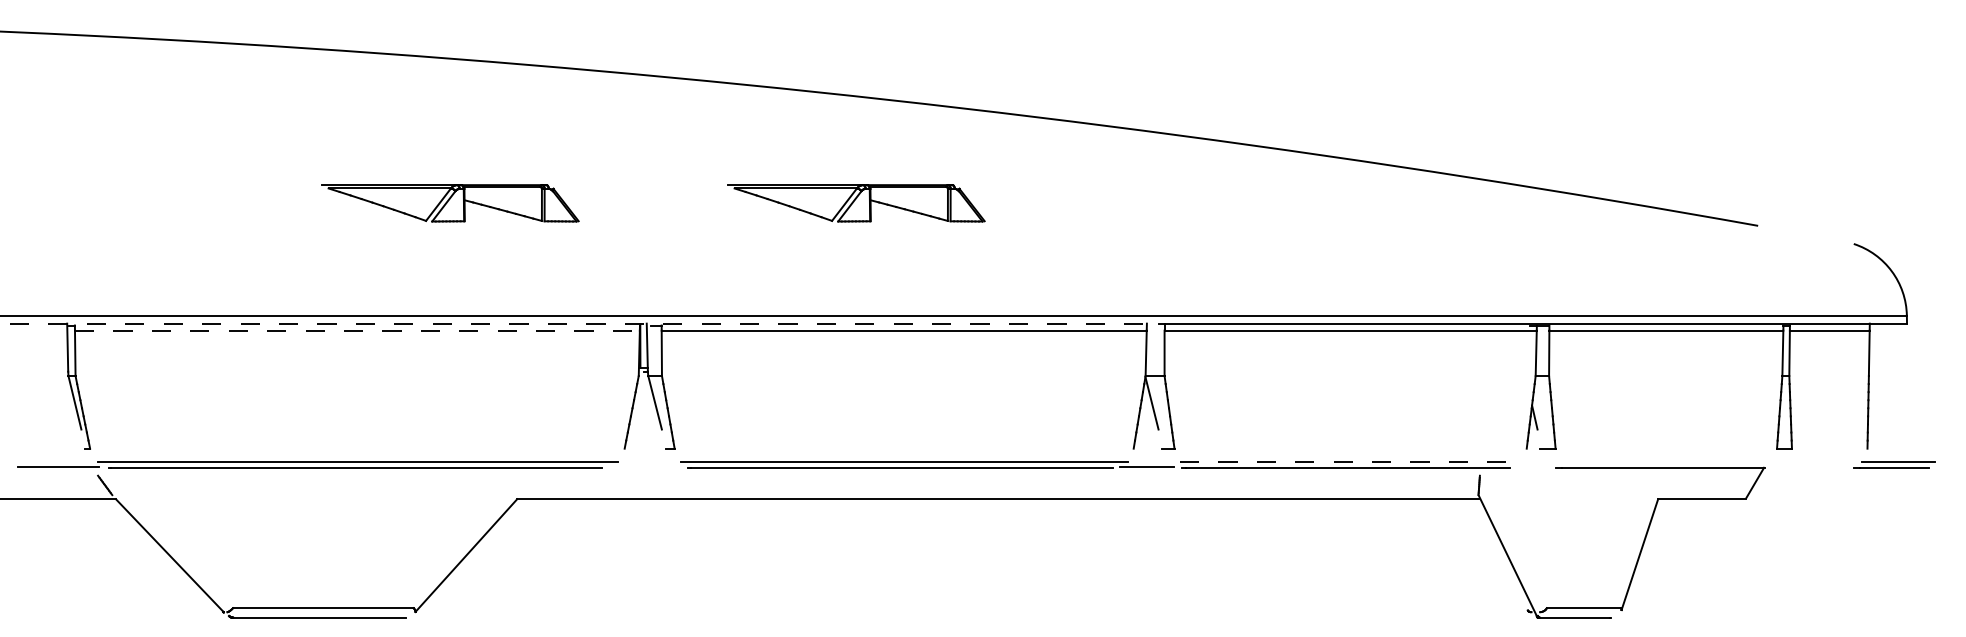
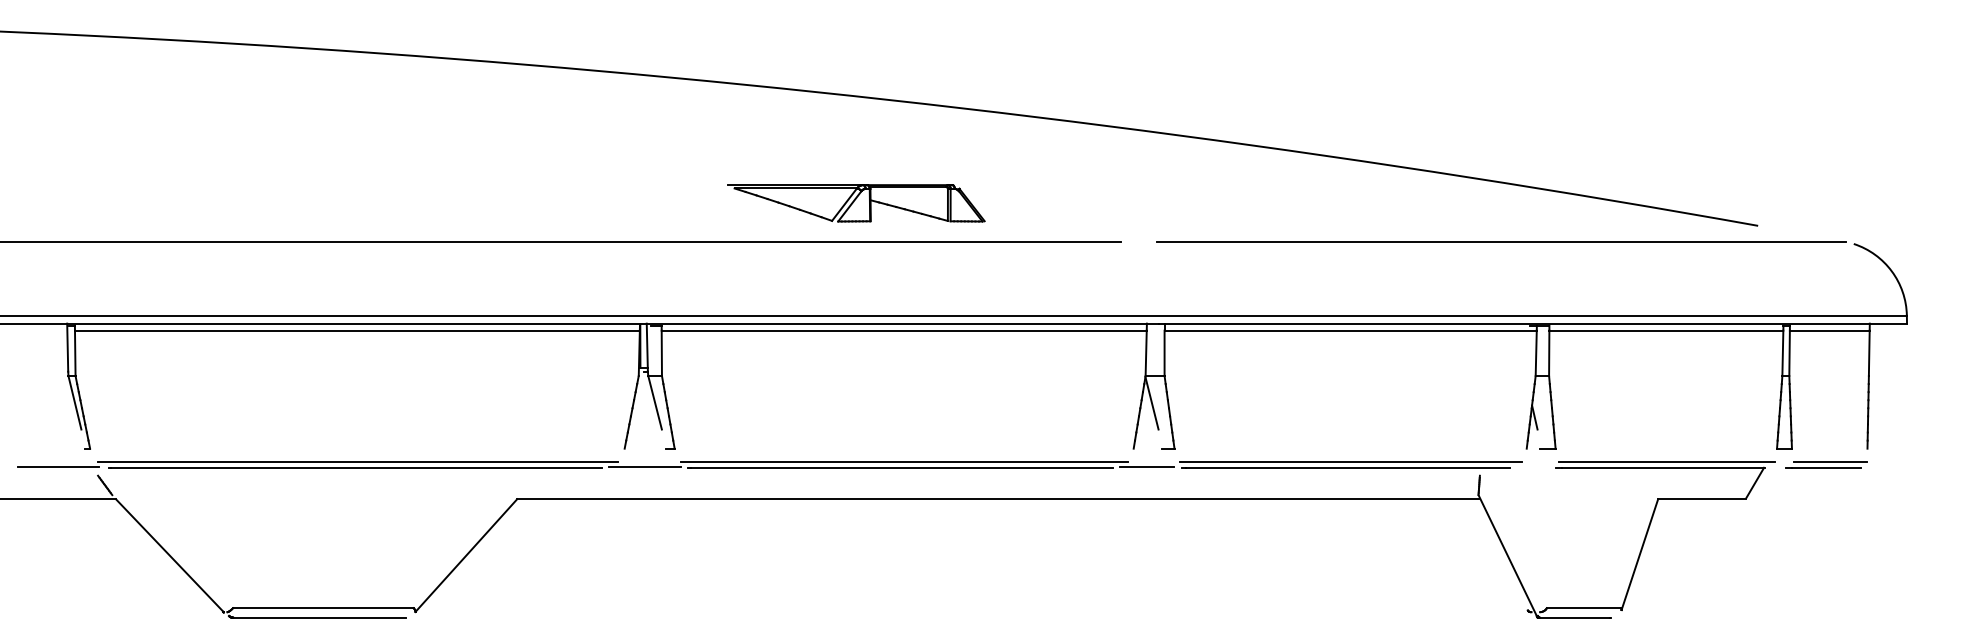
part at (450, 203): present -> none
line at (561, 241): none -> present
line at (1501, 241): none -> present
line at (579, 323): dashed -> solid
line at (357, 330): dashed -> solid
line at (1351, 462): dashed -> solid
line at (1666, 462): none -> present
part at (1894, 464) position: (1894, 464) -> (1826, 464)
line at (644, 466): none -> present
